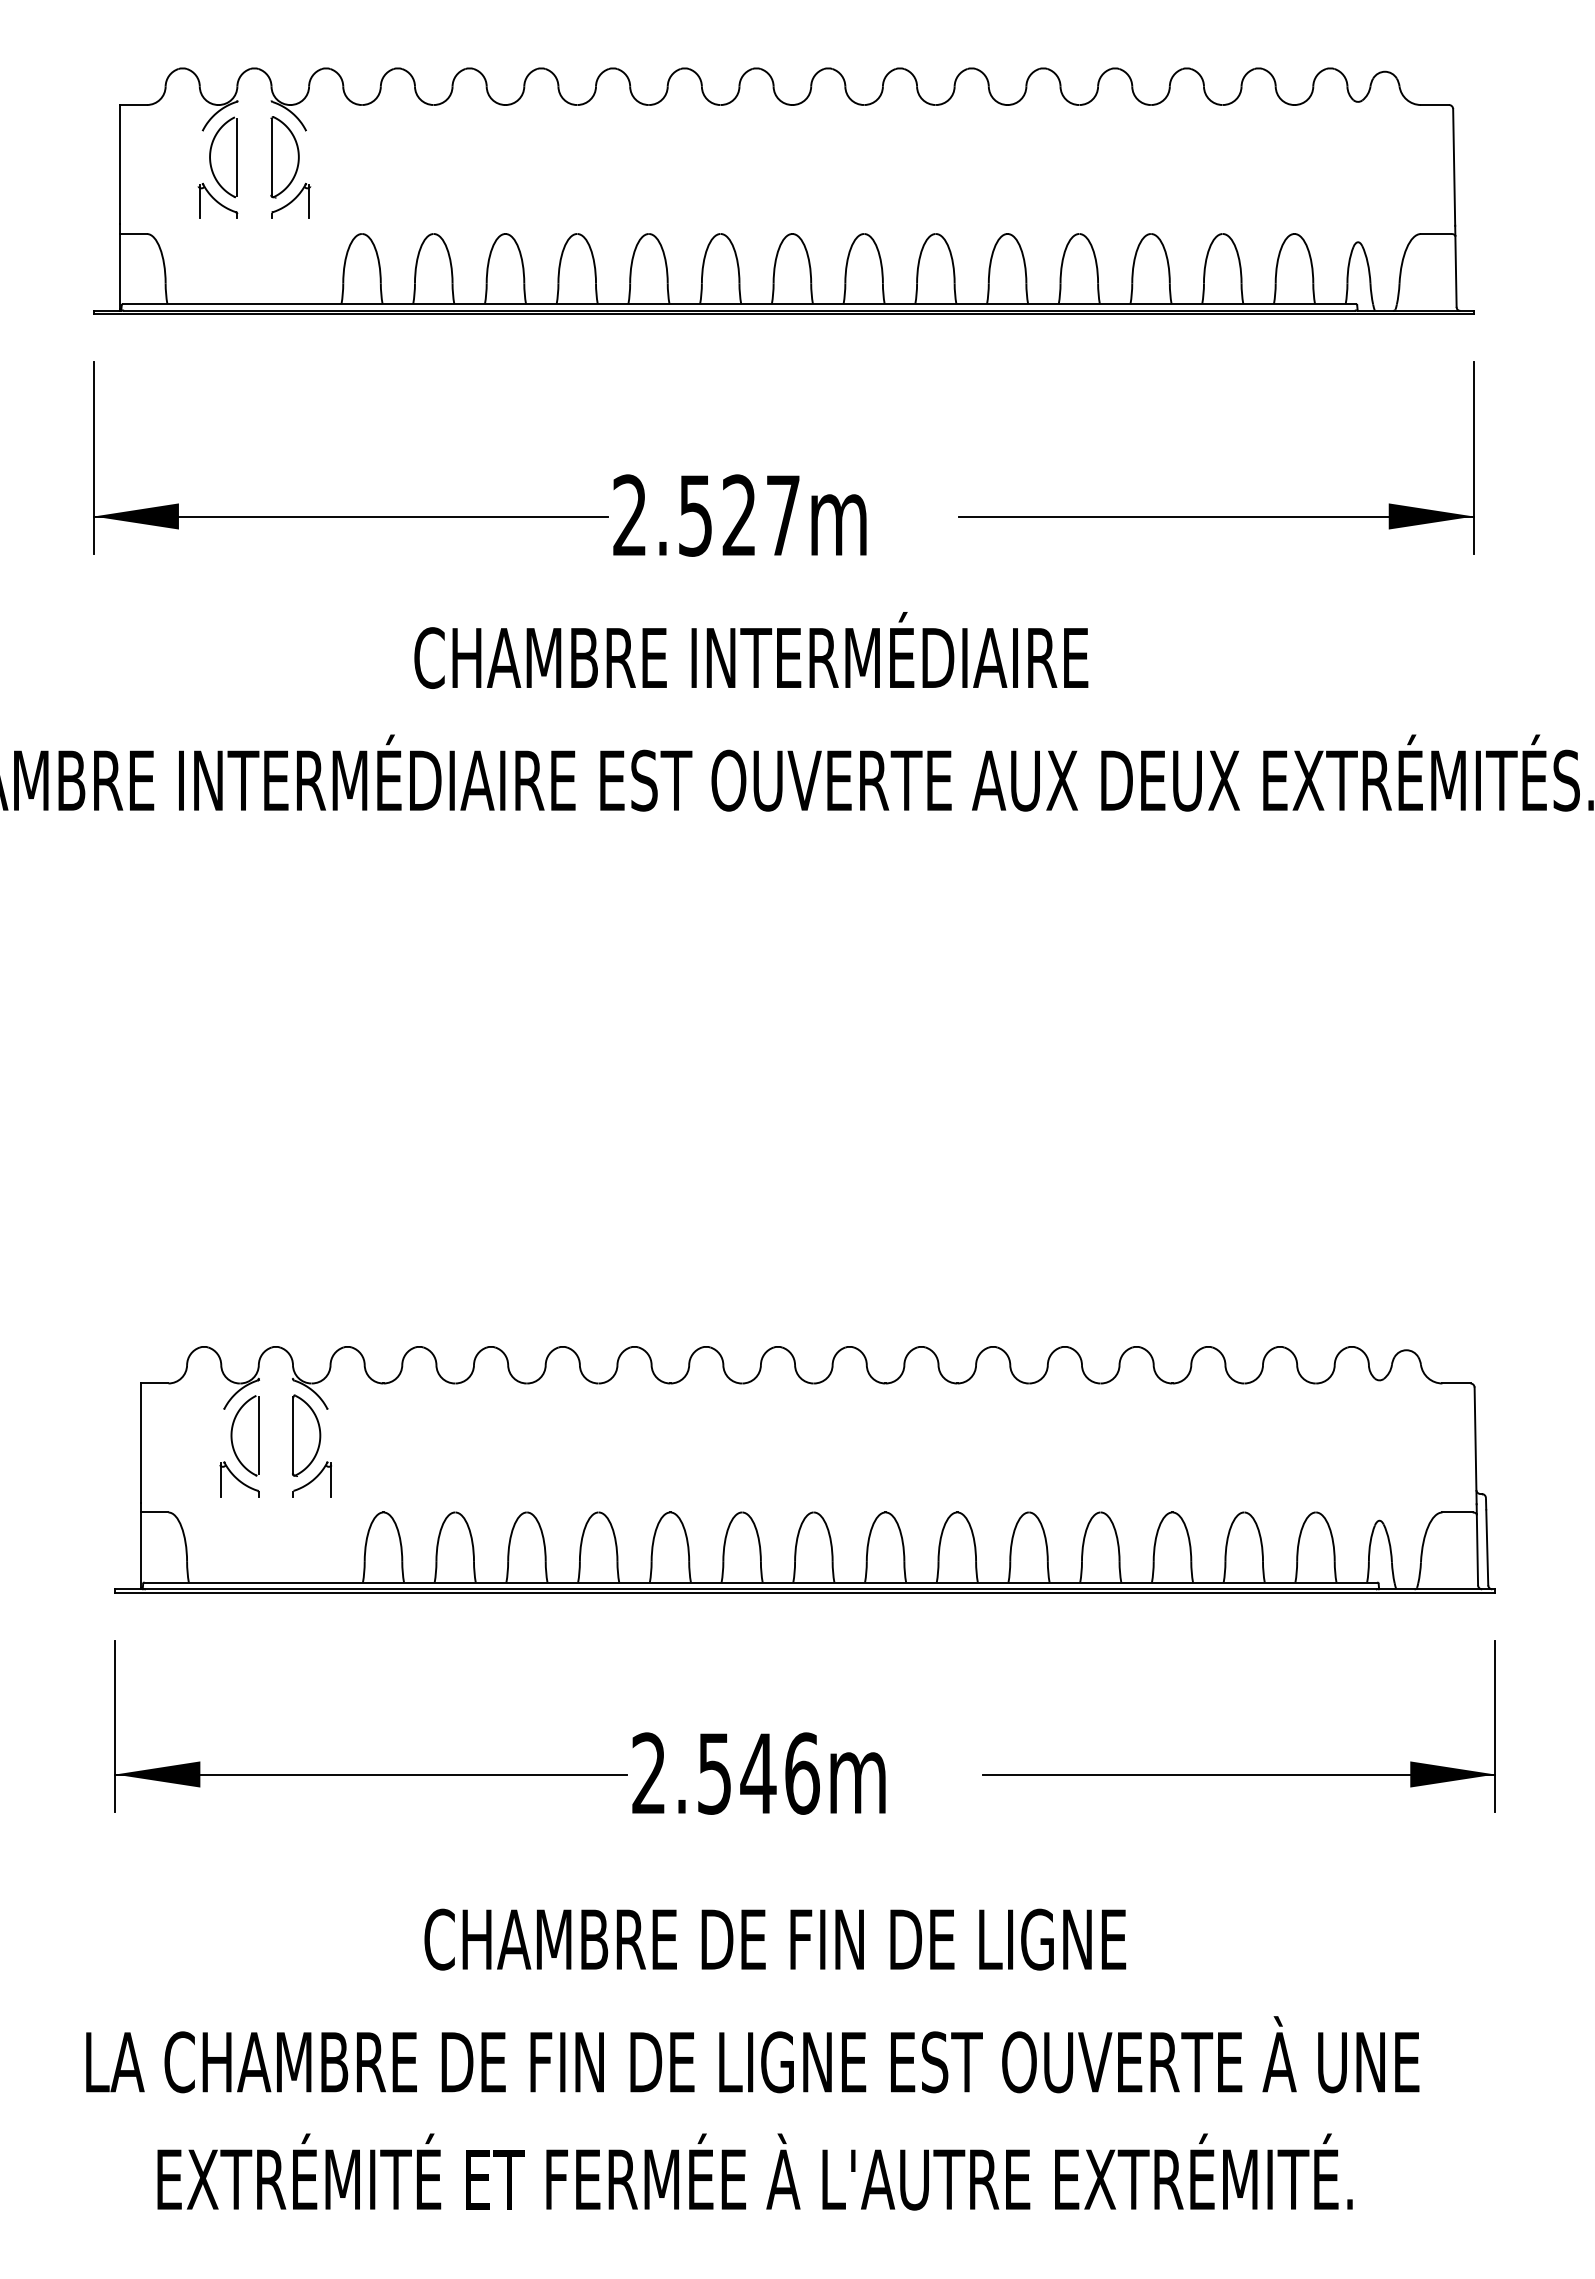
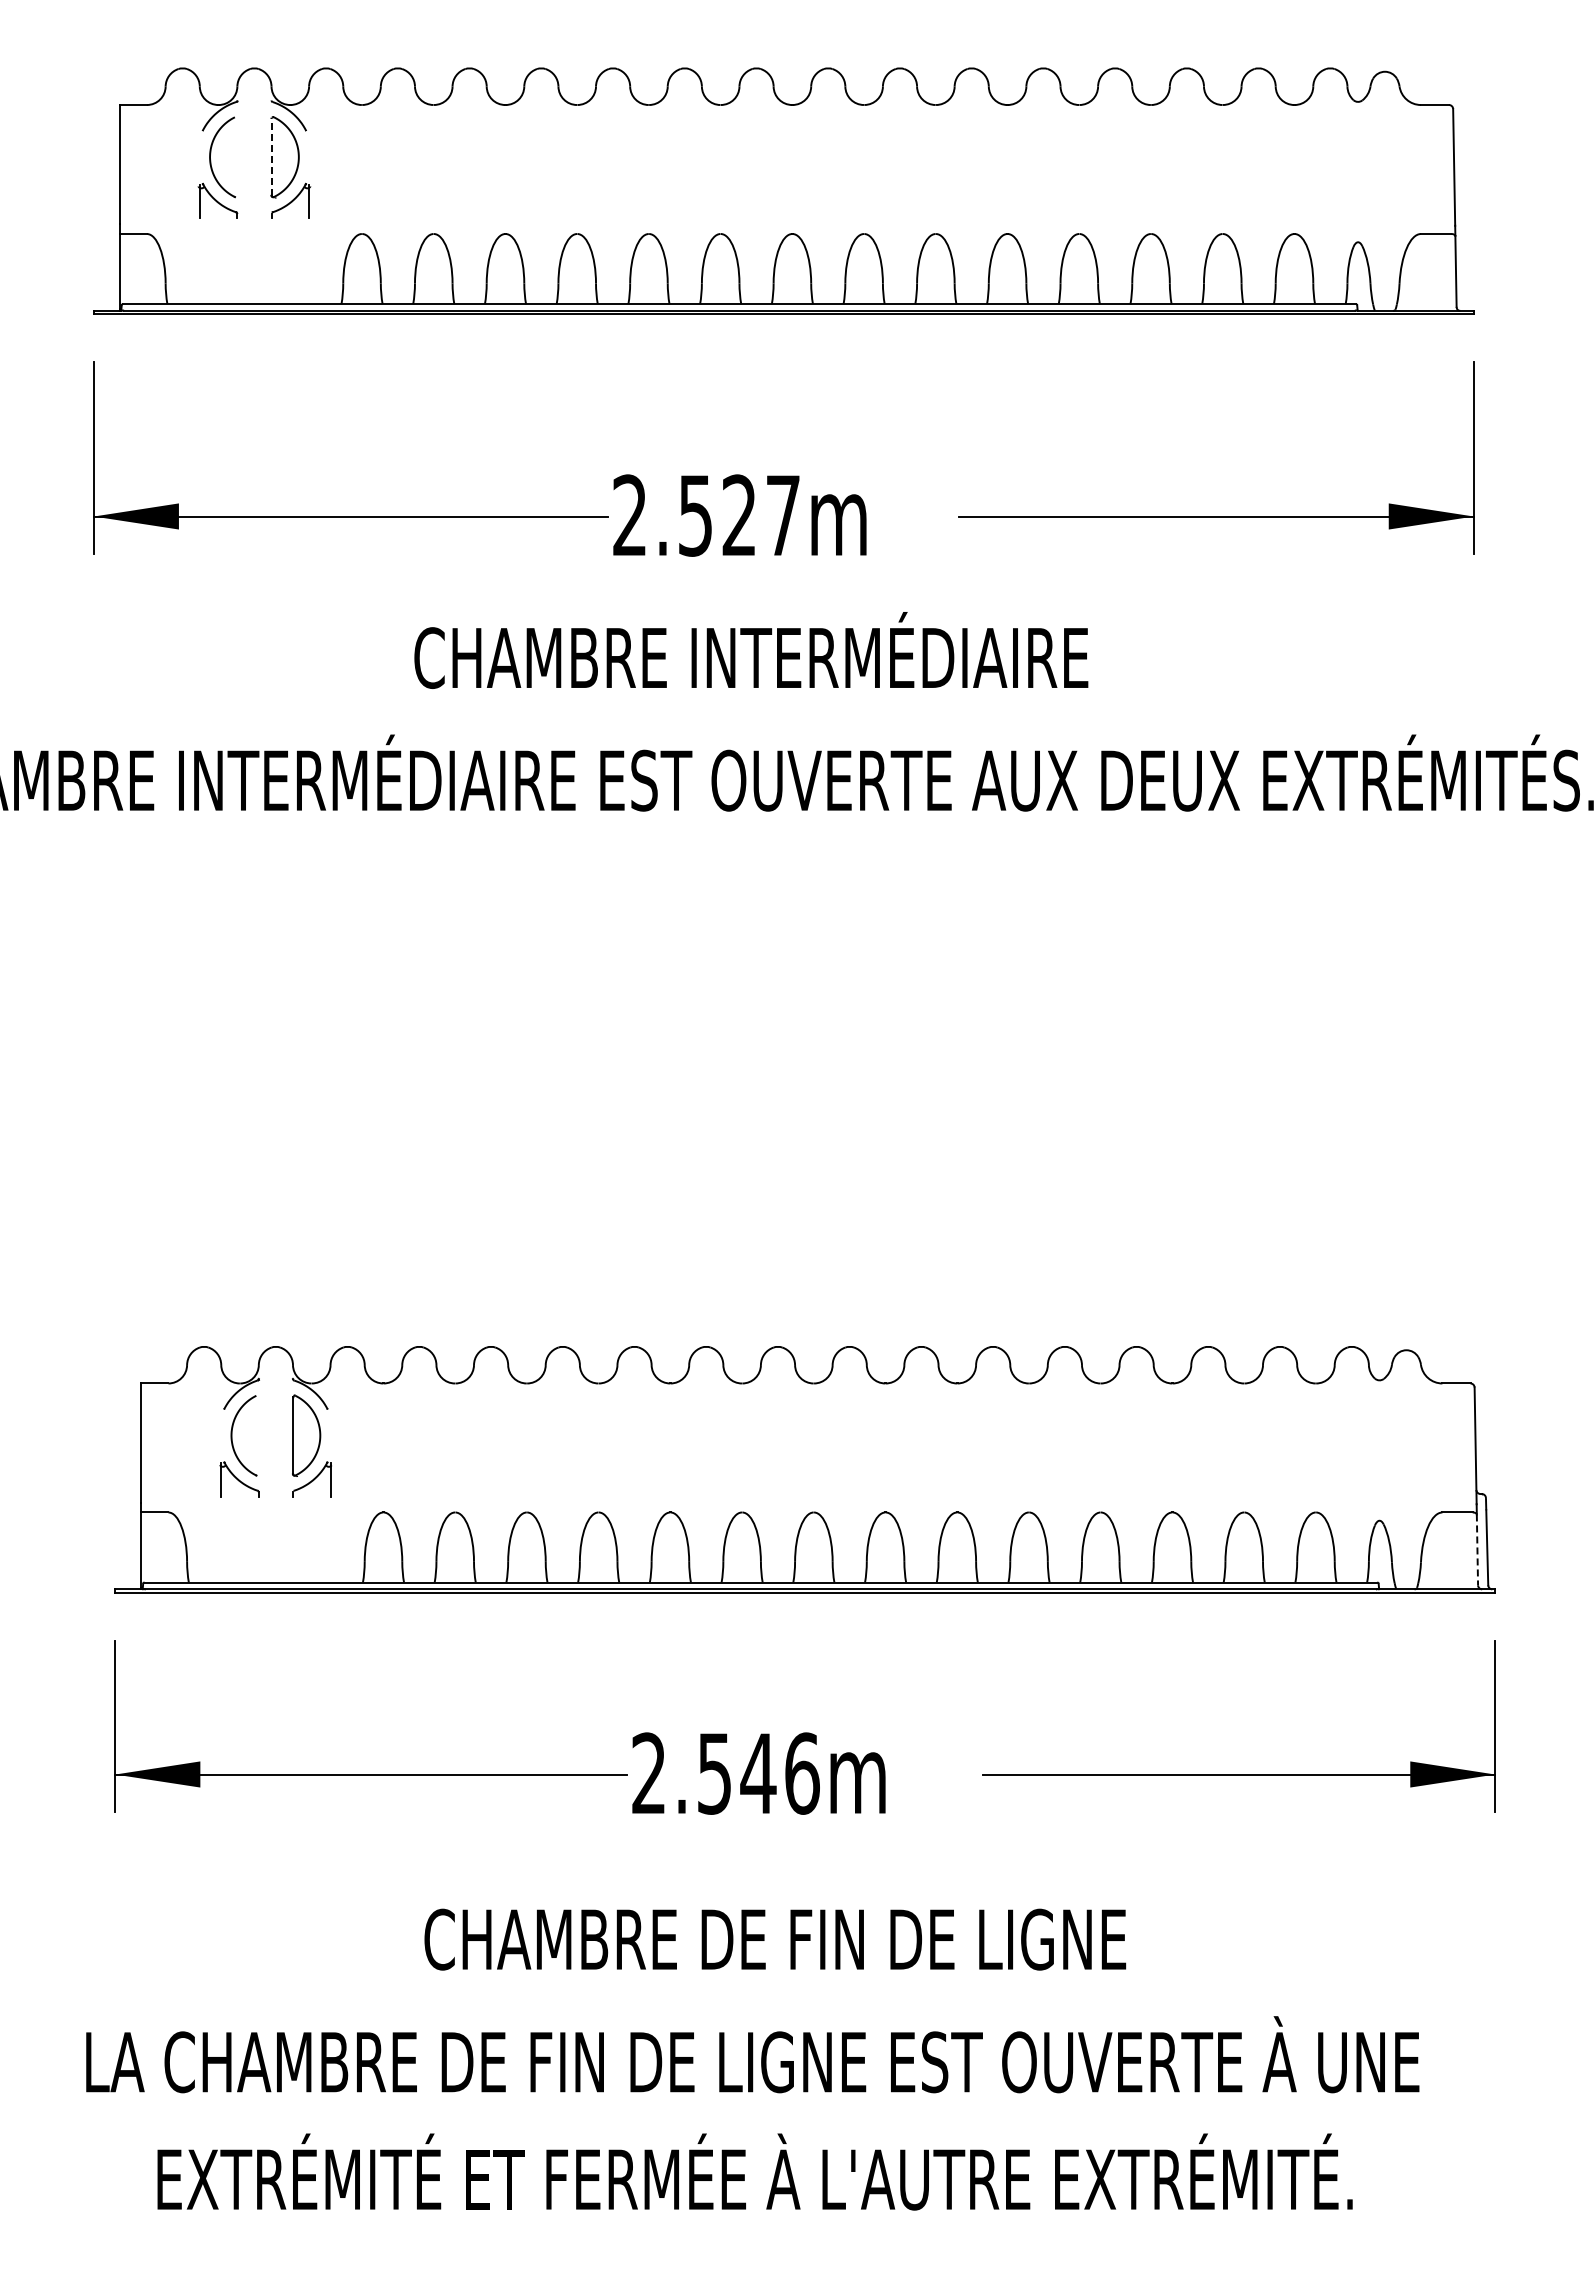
line at (237, 156): present -> none
line at (271, 156): solid -> dashed
line at (258, 1435): present -> none
line at (1477, 1550): solid -> dashed
